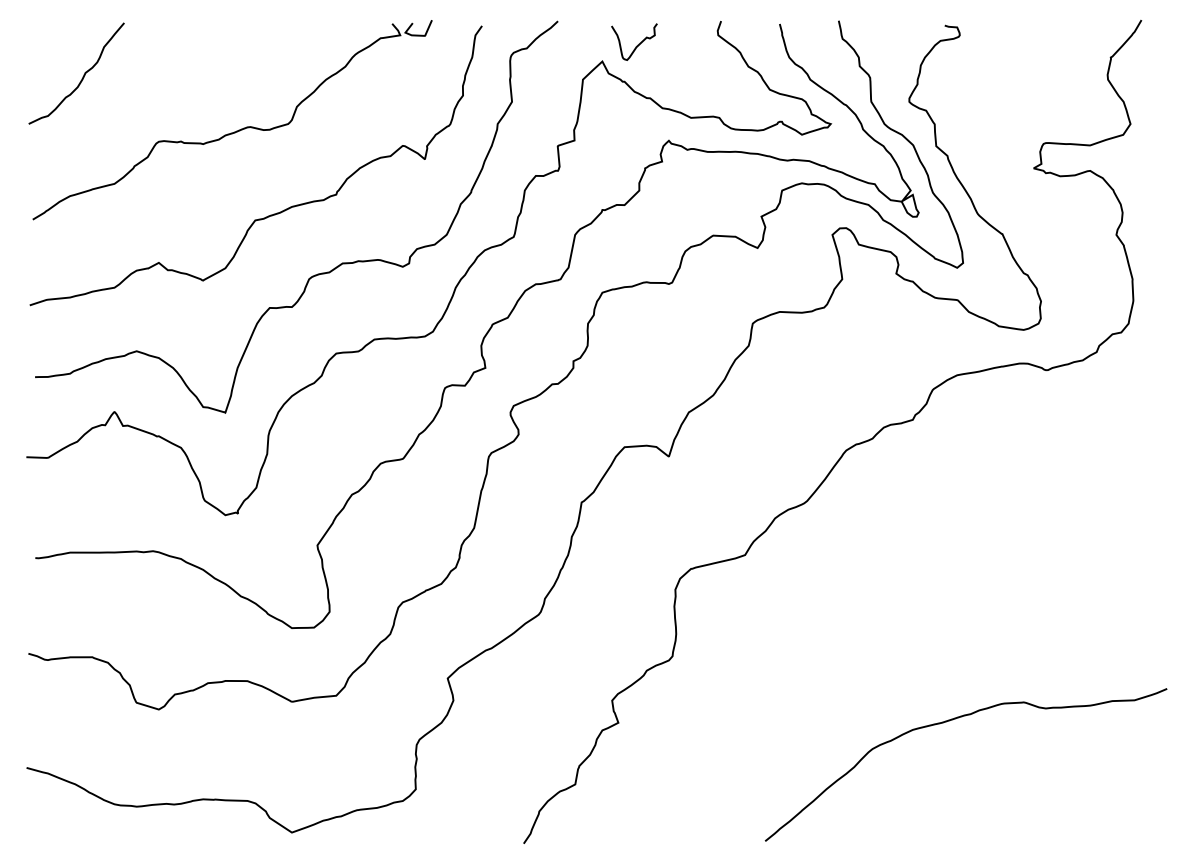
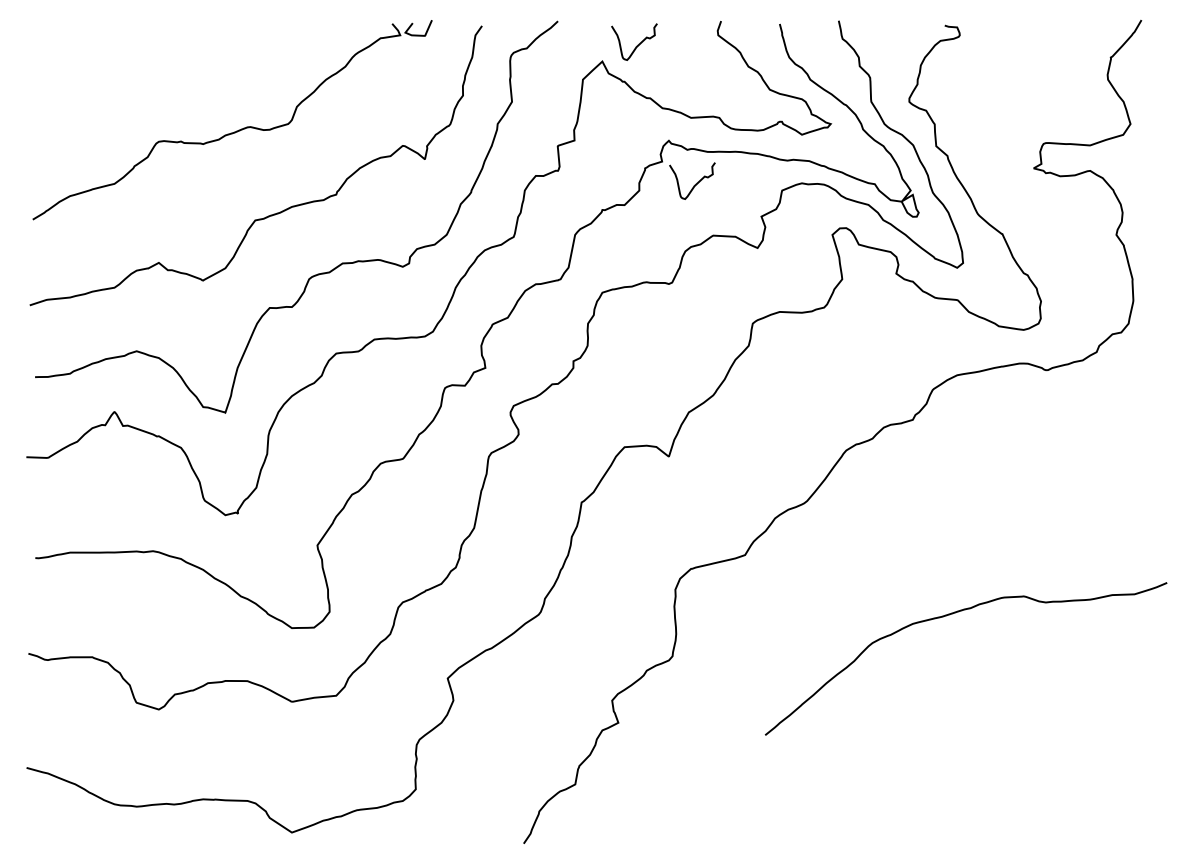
curve at (82, 76): present -> none
curve at (695, 183): none -> present
curve at (952, 720) position: (952, 720) -> (952, 614)
